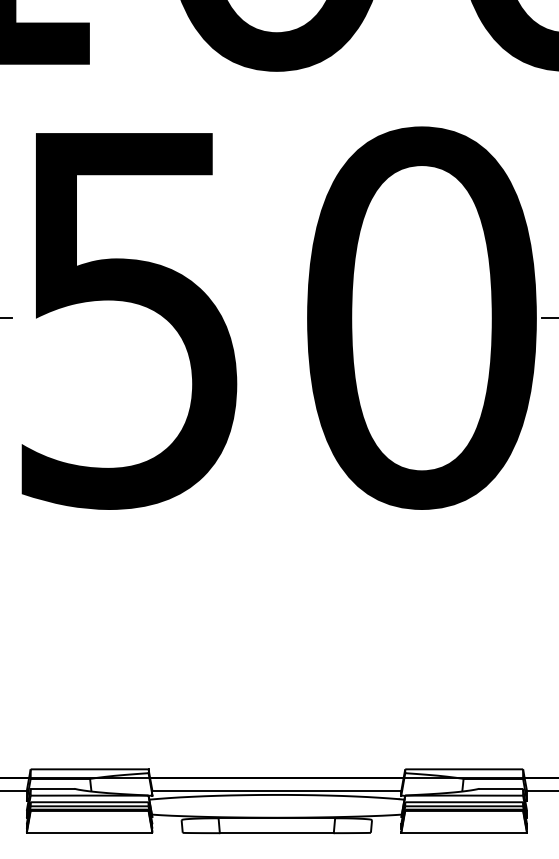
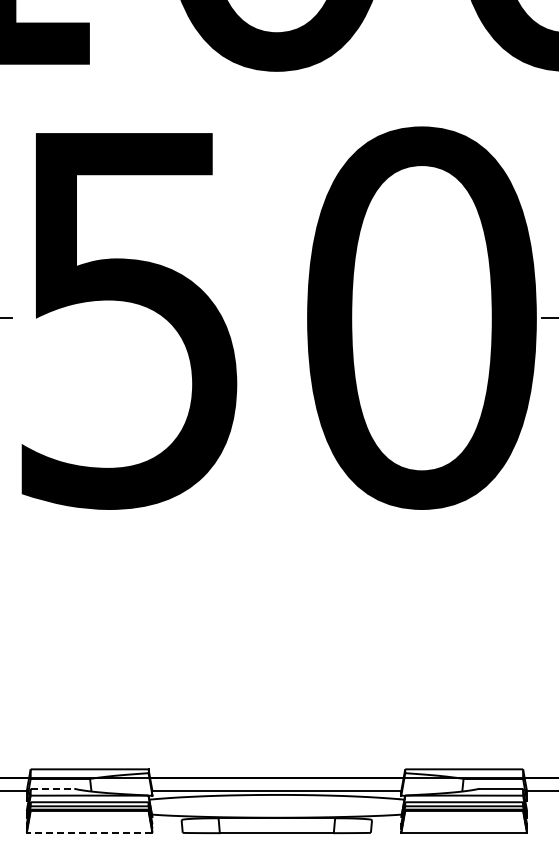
line at (52, 788): solid -> dashed
line at (89, 833): solid -> dashed
